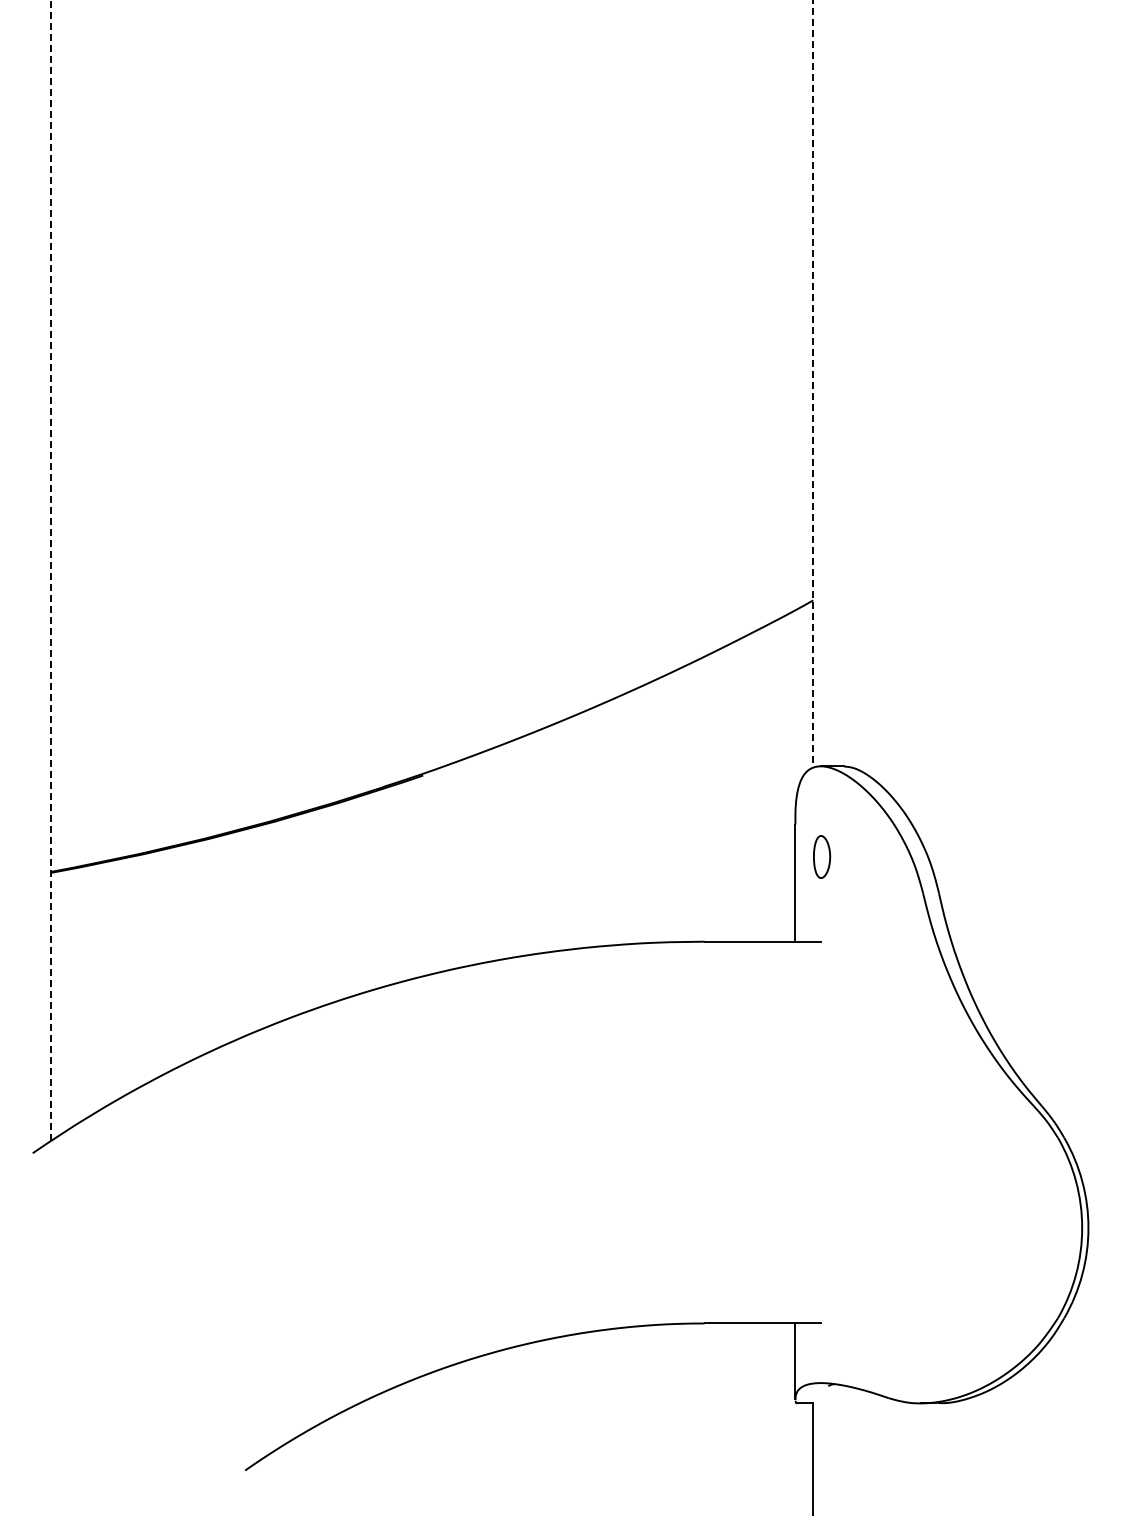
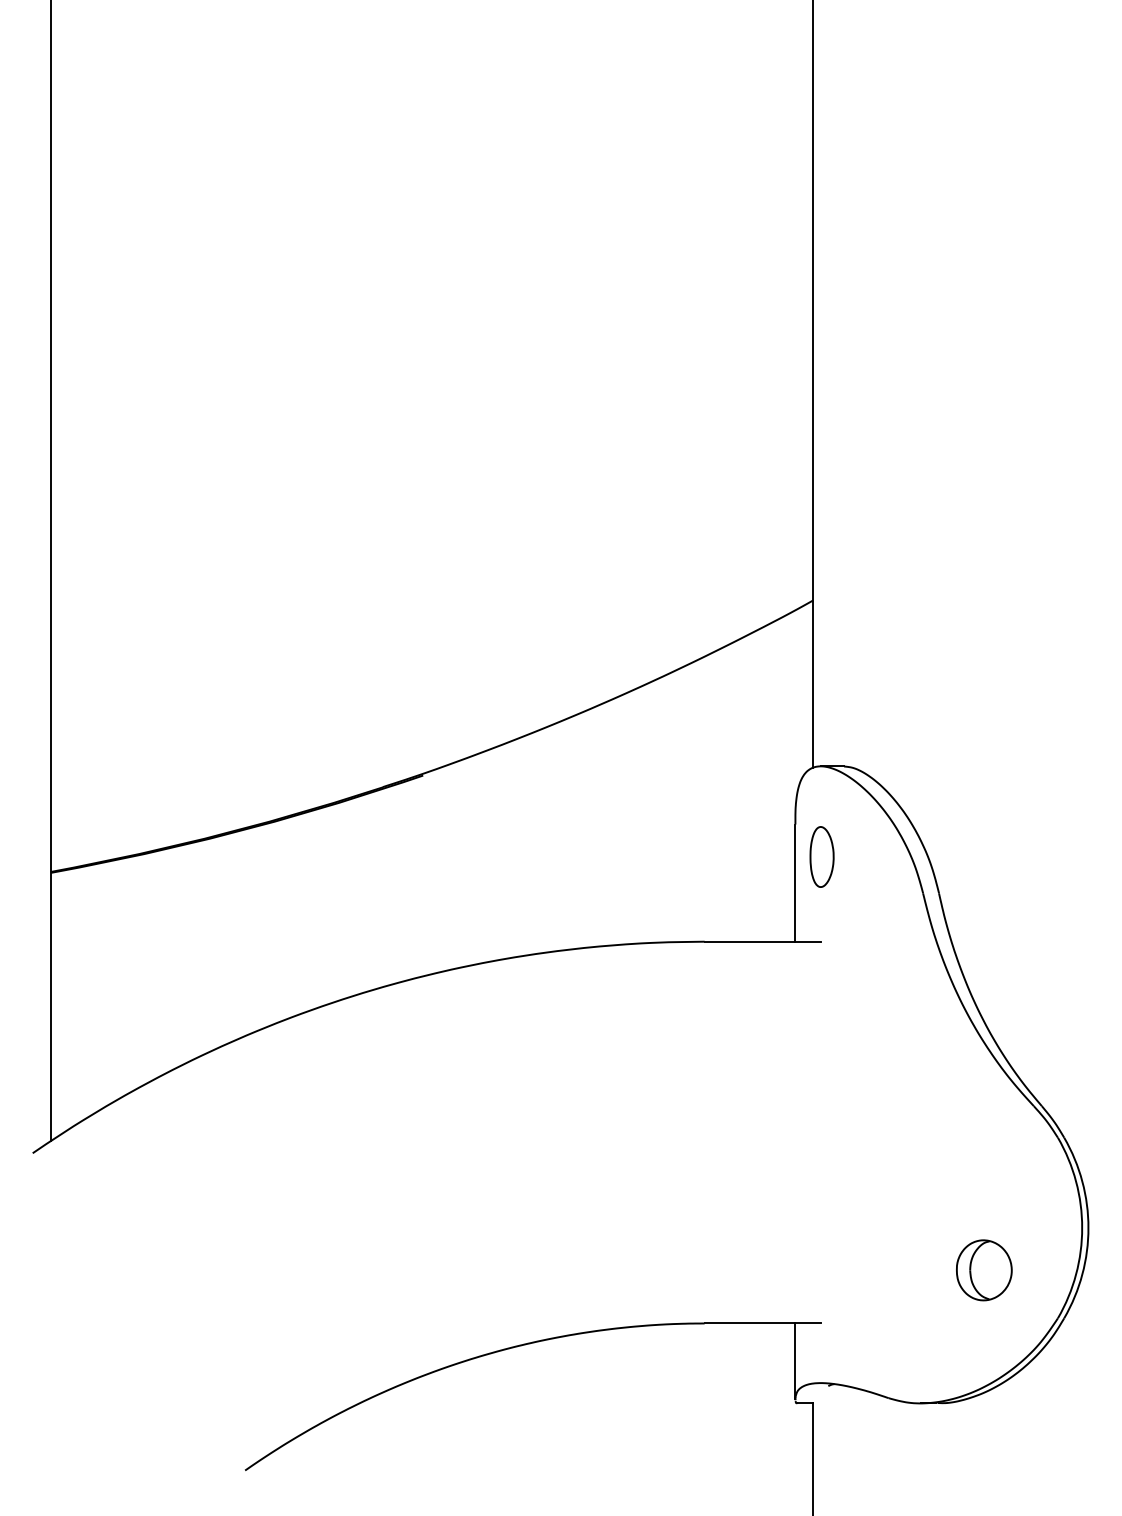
line at (813, 384): dashed -> solid
line at (51, 570): dashed -> solid
part at (822, 856) size: 19x44 px -> 26x62 px
part at (984, 1270): none -> present
